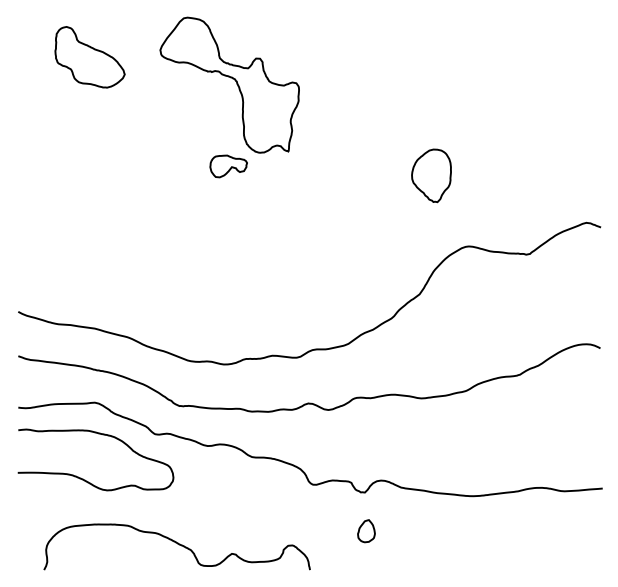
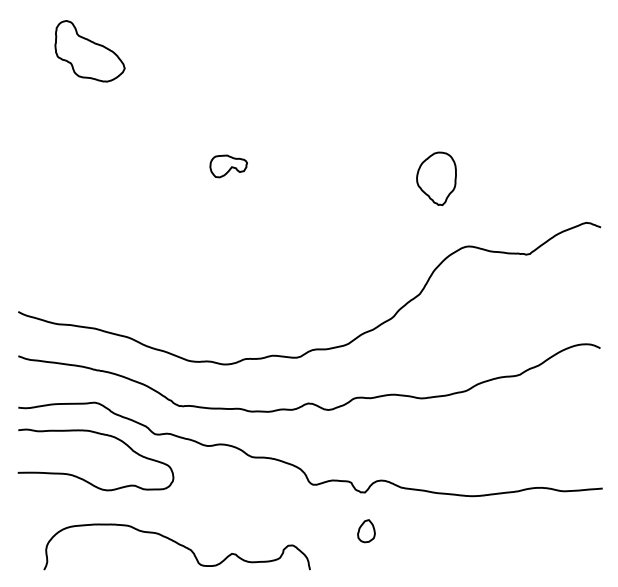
part at (89, 57) position: (89, 57) -> (89, 51)
part at (229, 84): present -> none
part at (431, 175) position: (431, 175) -> (436, 178)
